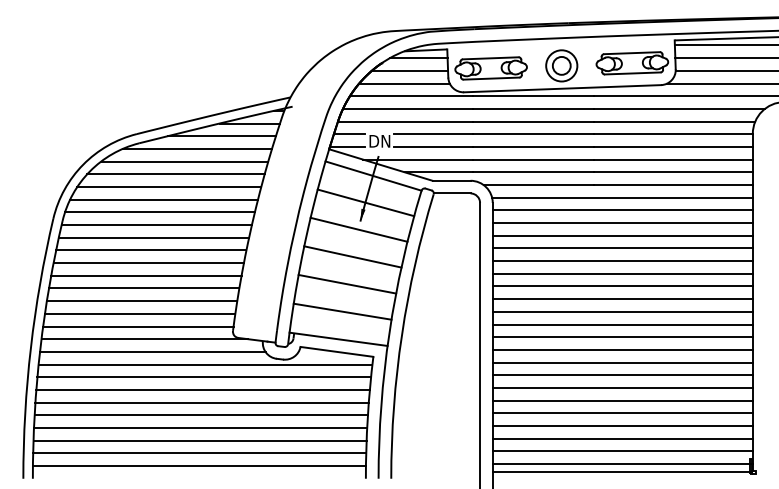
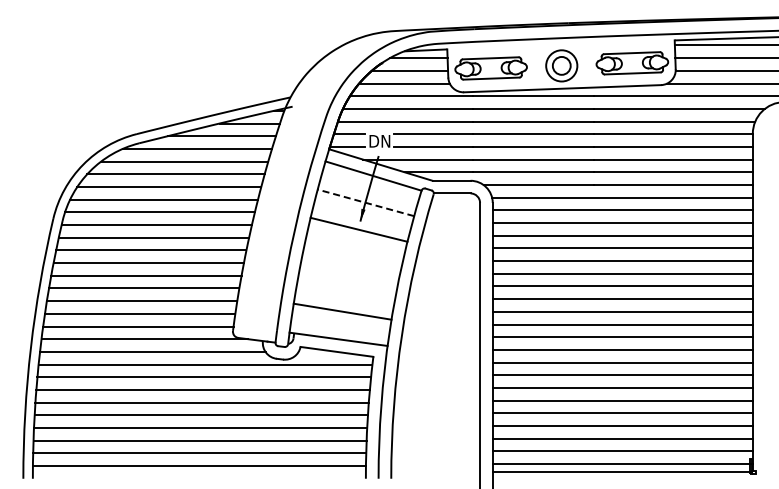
line at (365, 202): solid -> dashed
line at (352, 256): present -> none
line at (347, 283): present -> none
